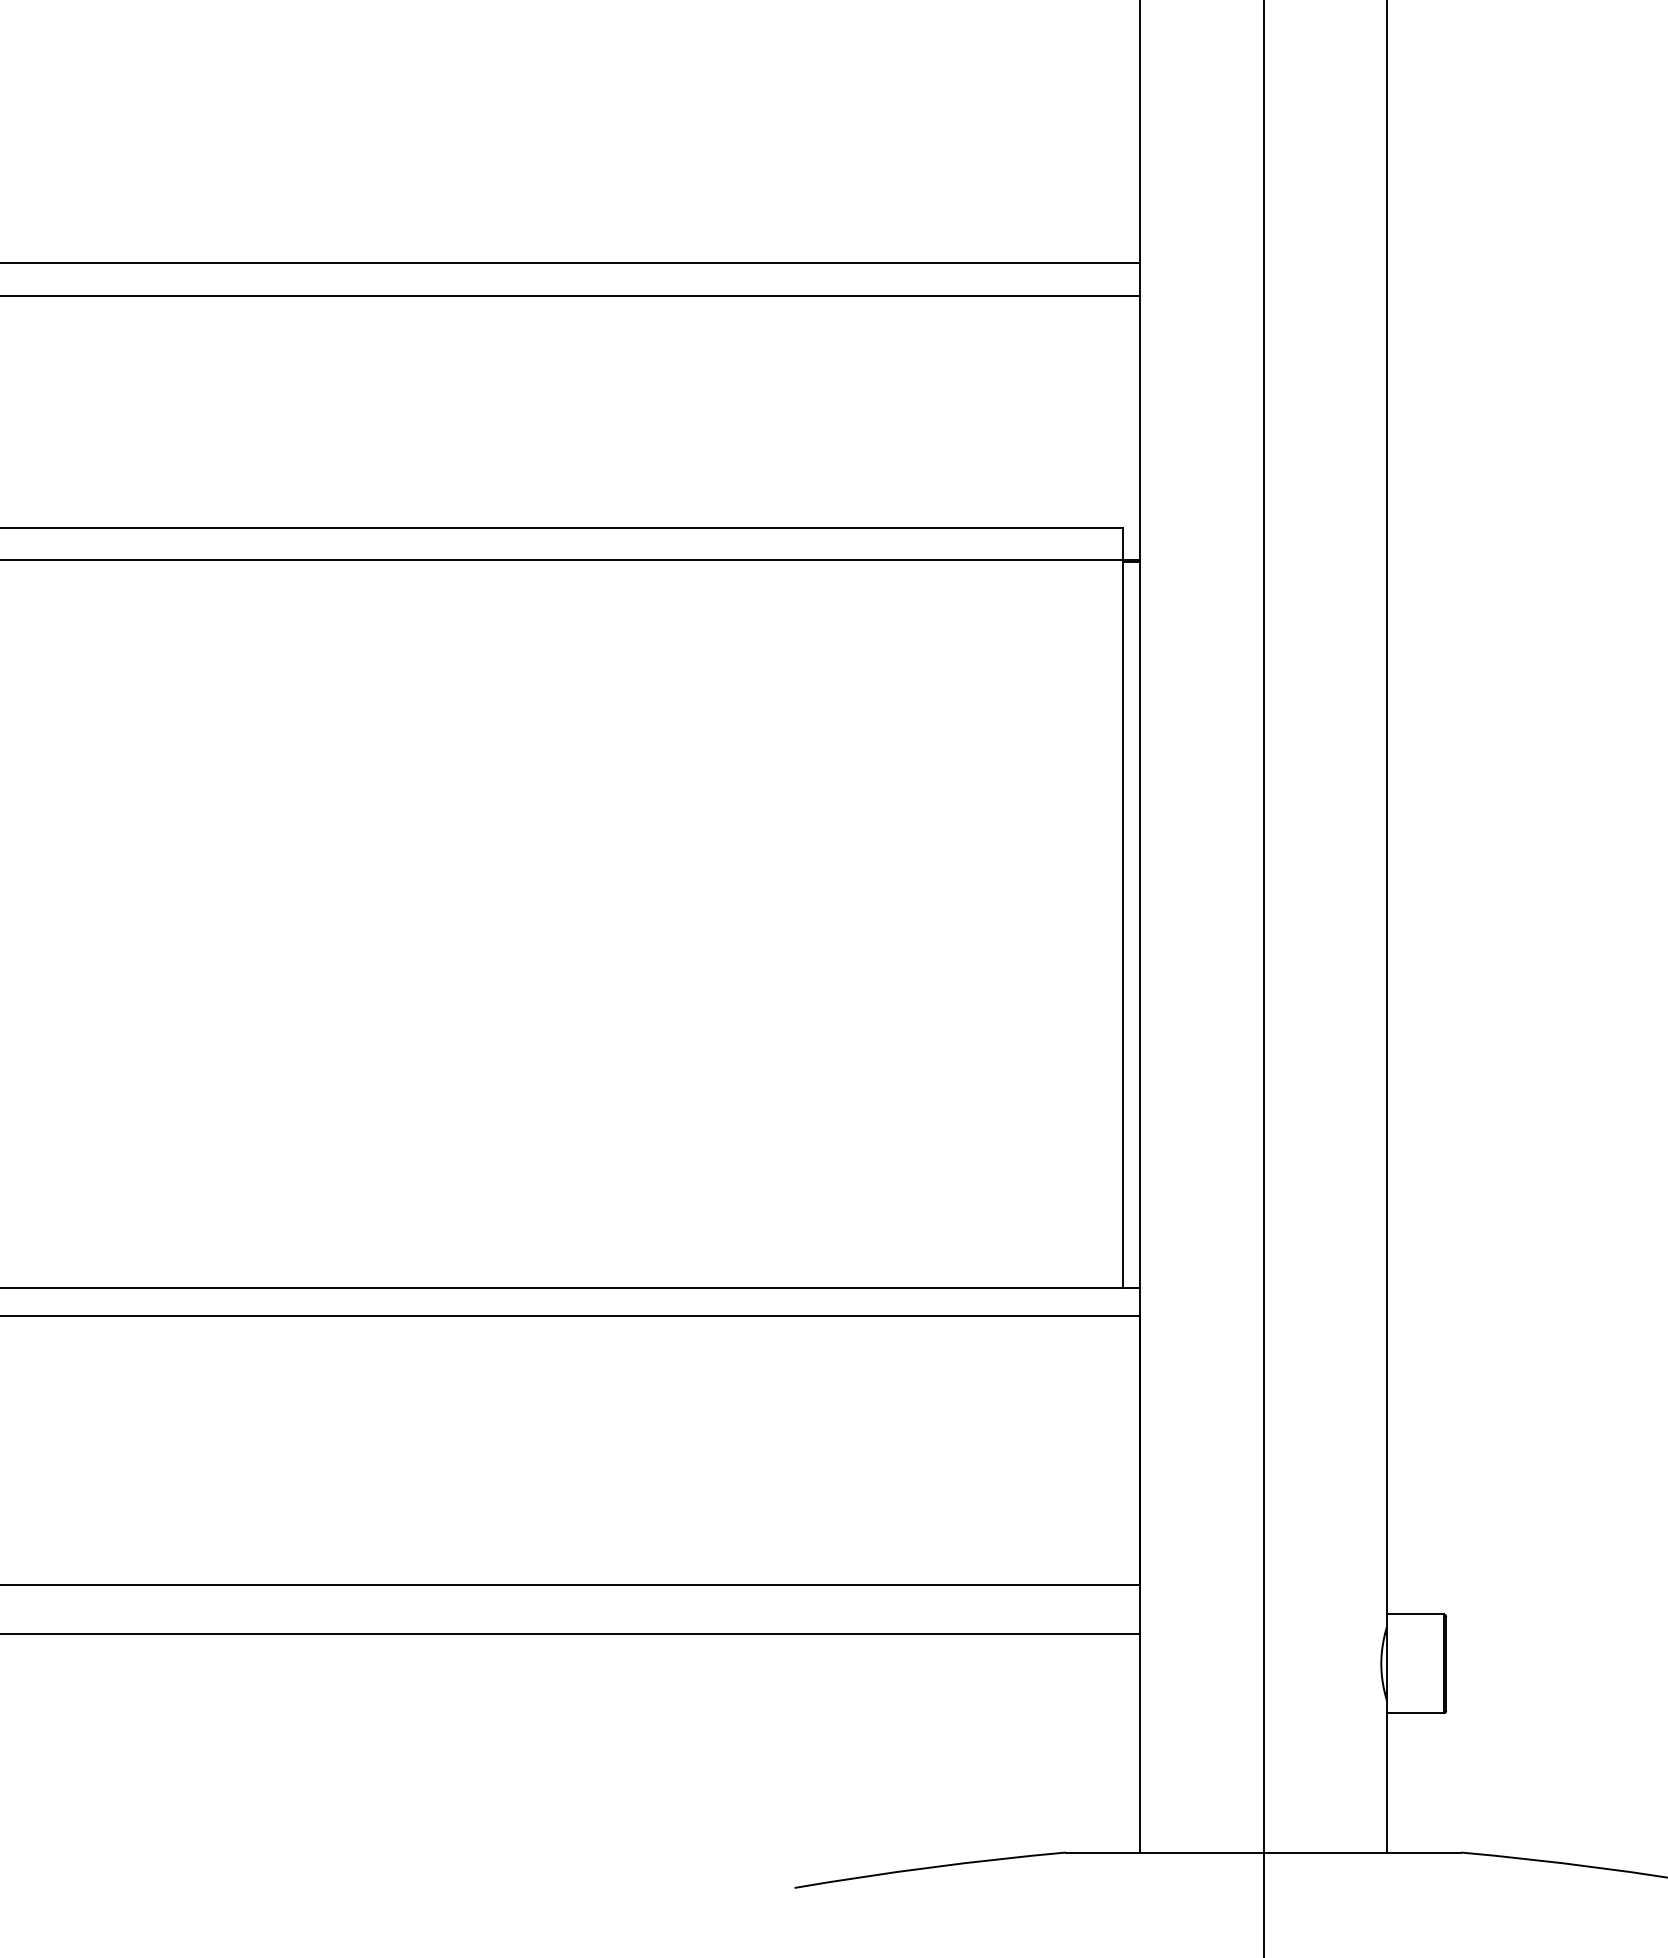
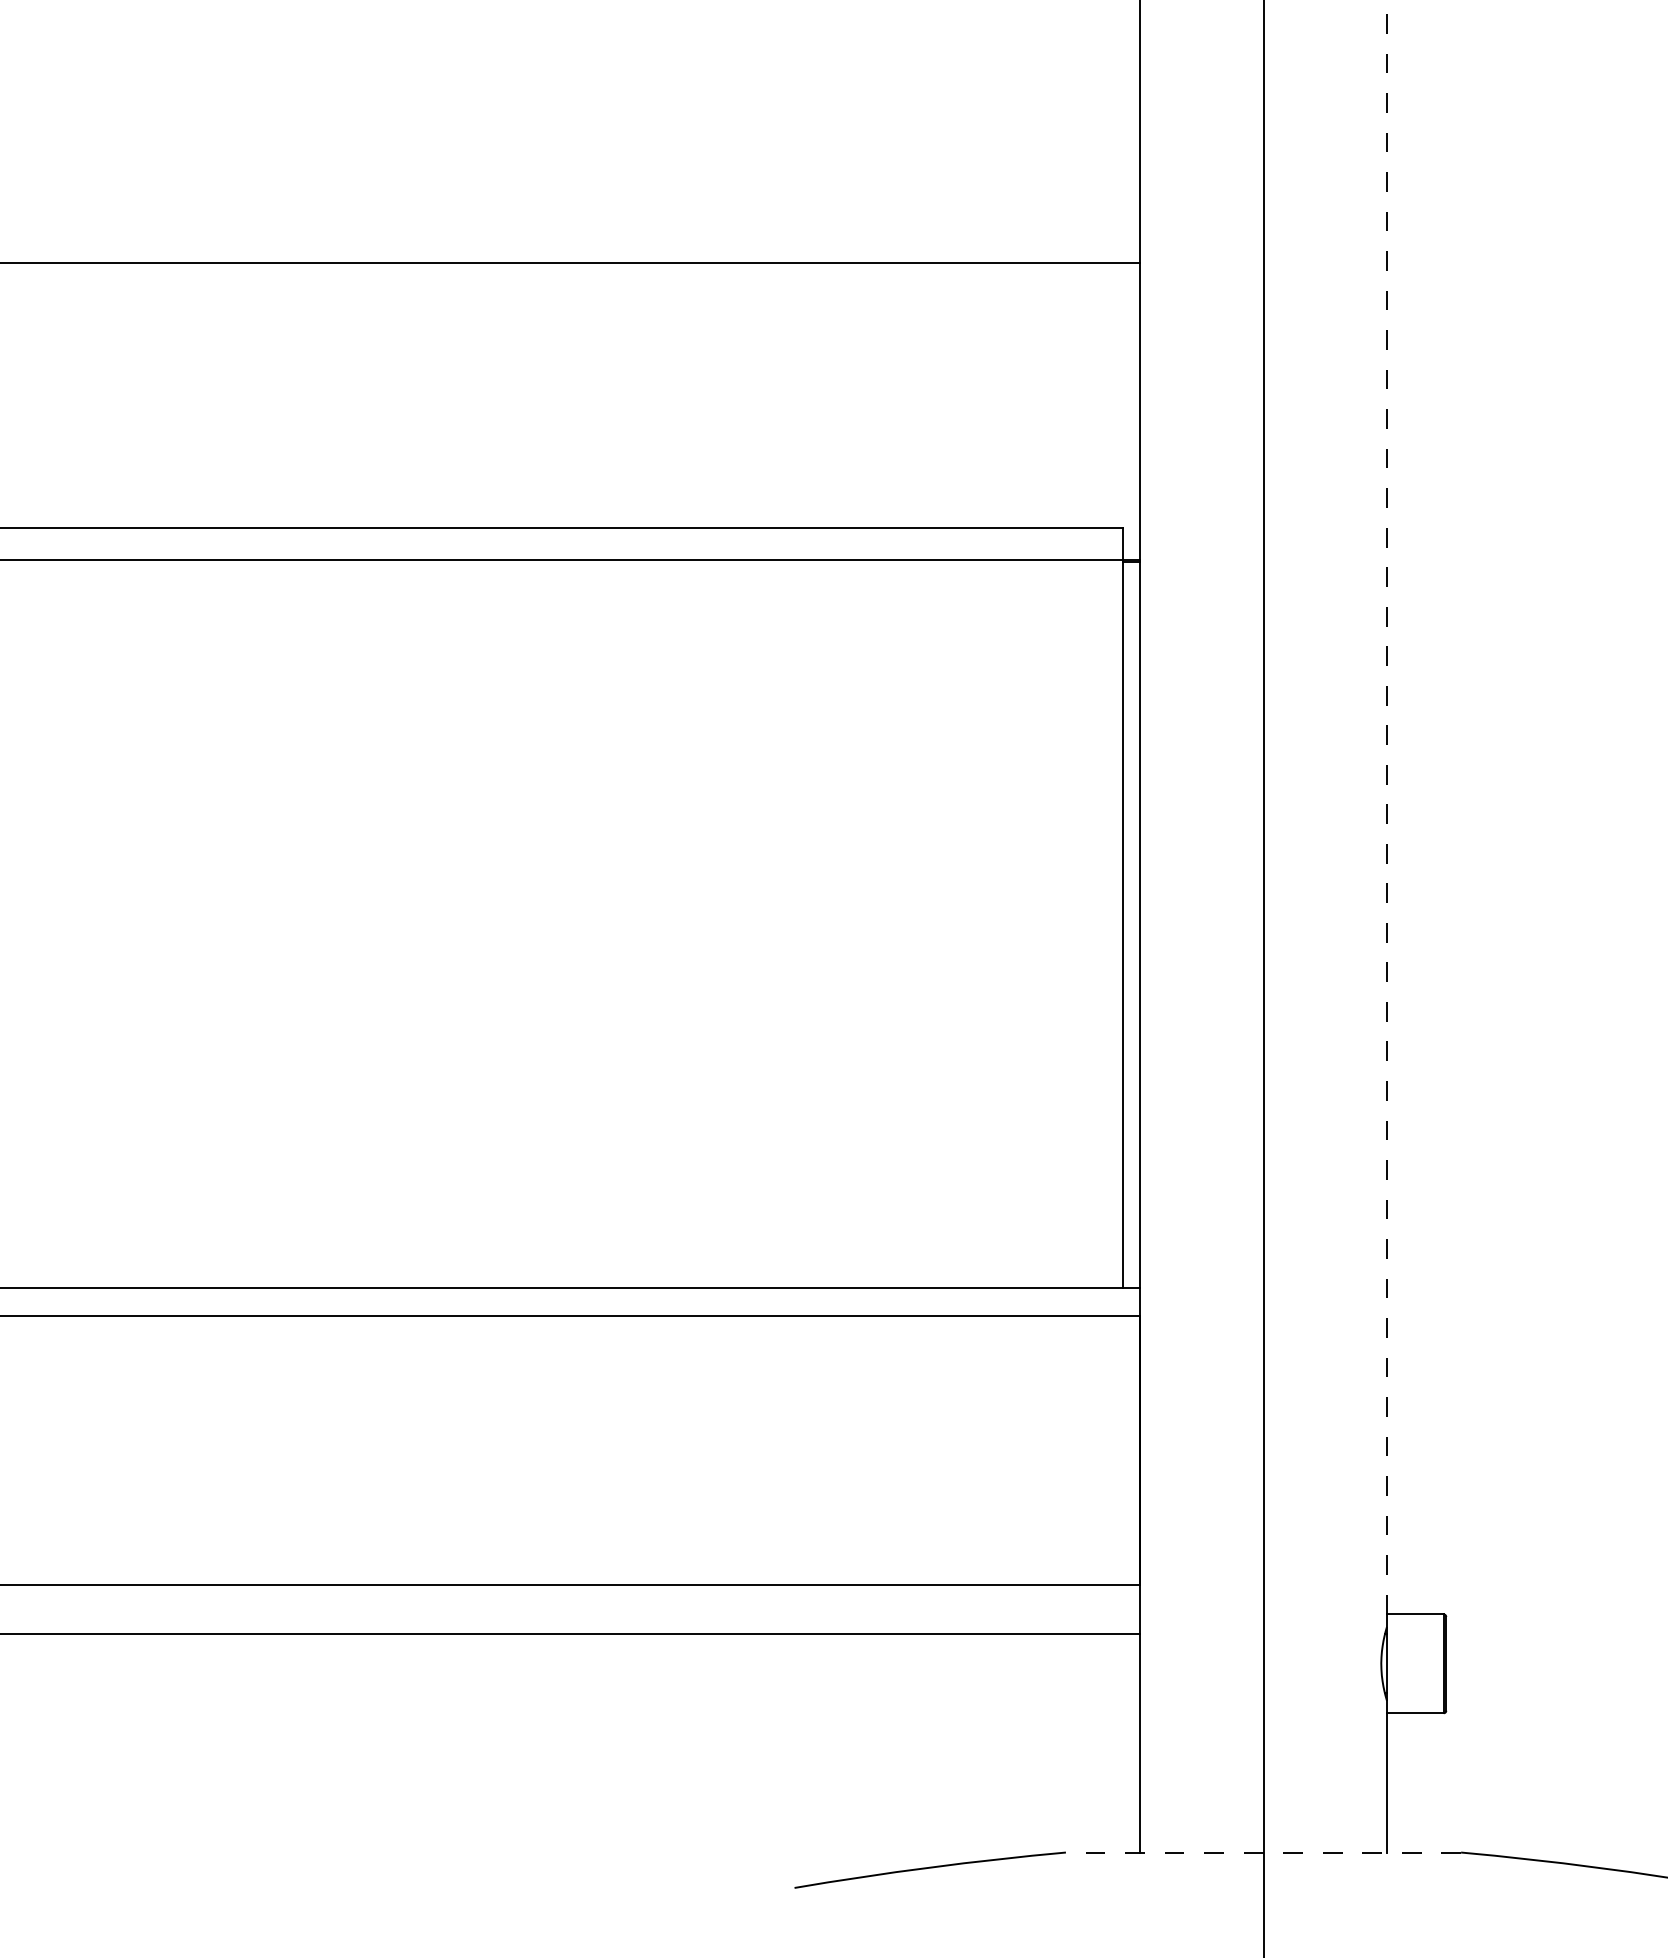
line at (571, 295): present -> none
line at (1387, 807): solid -> dashed
line at (1263, 1852): solid -> dashed
